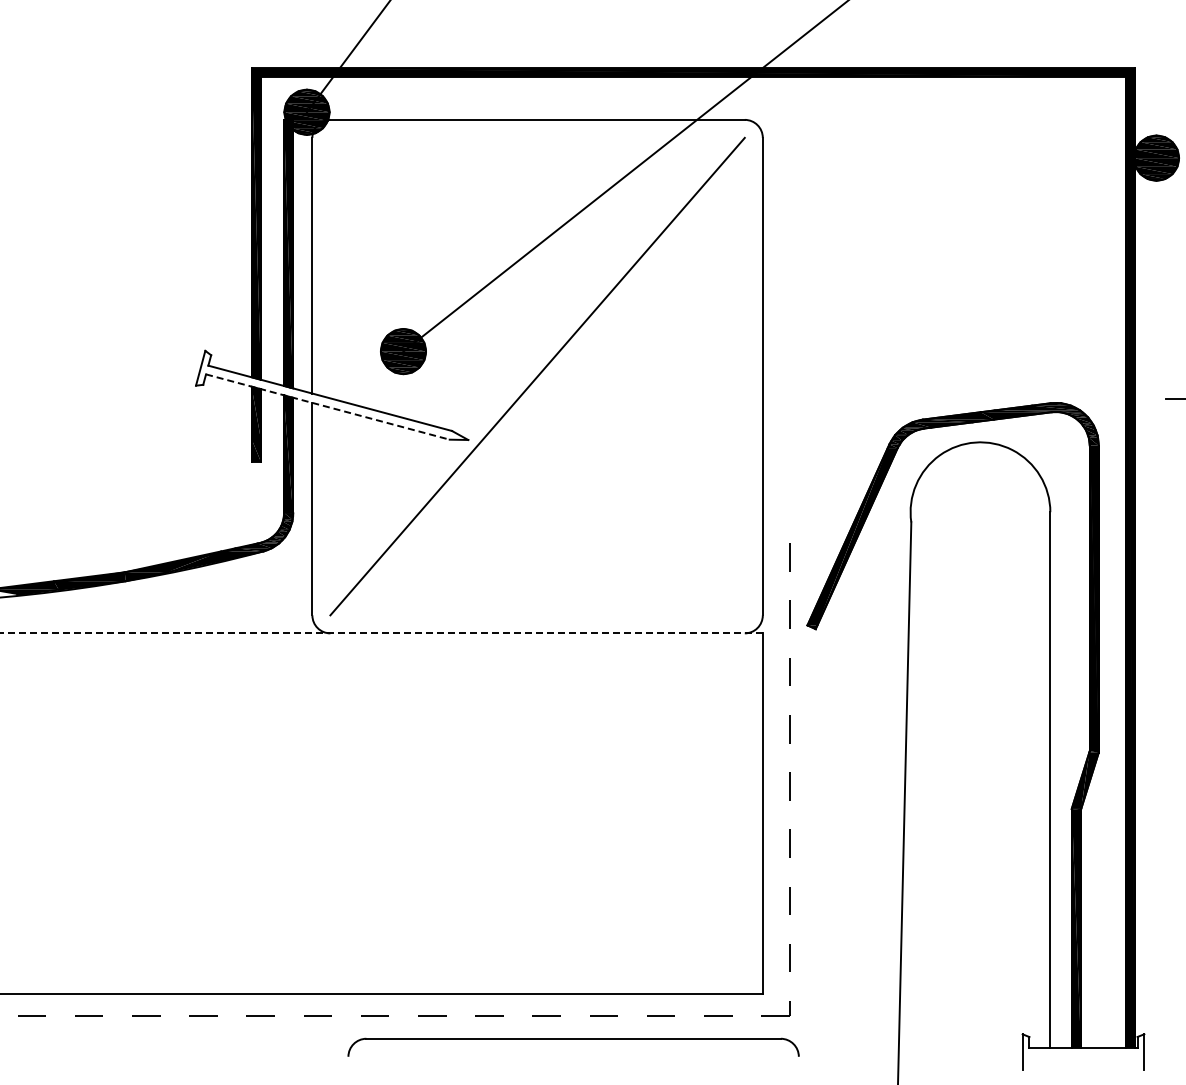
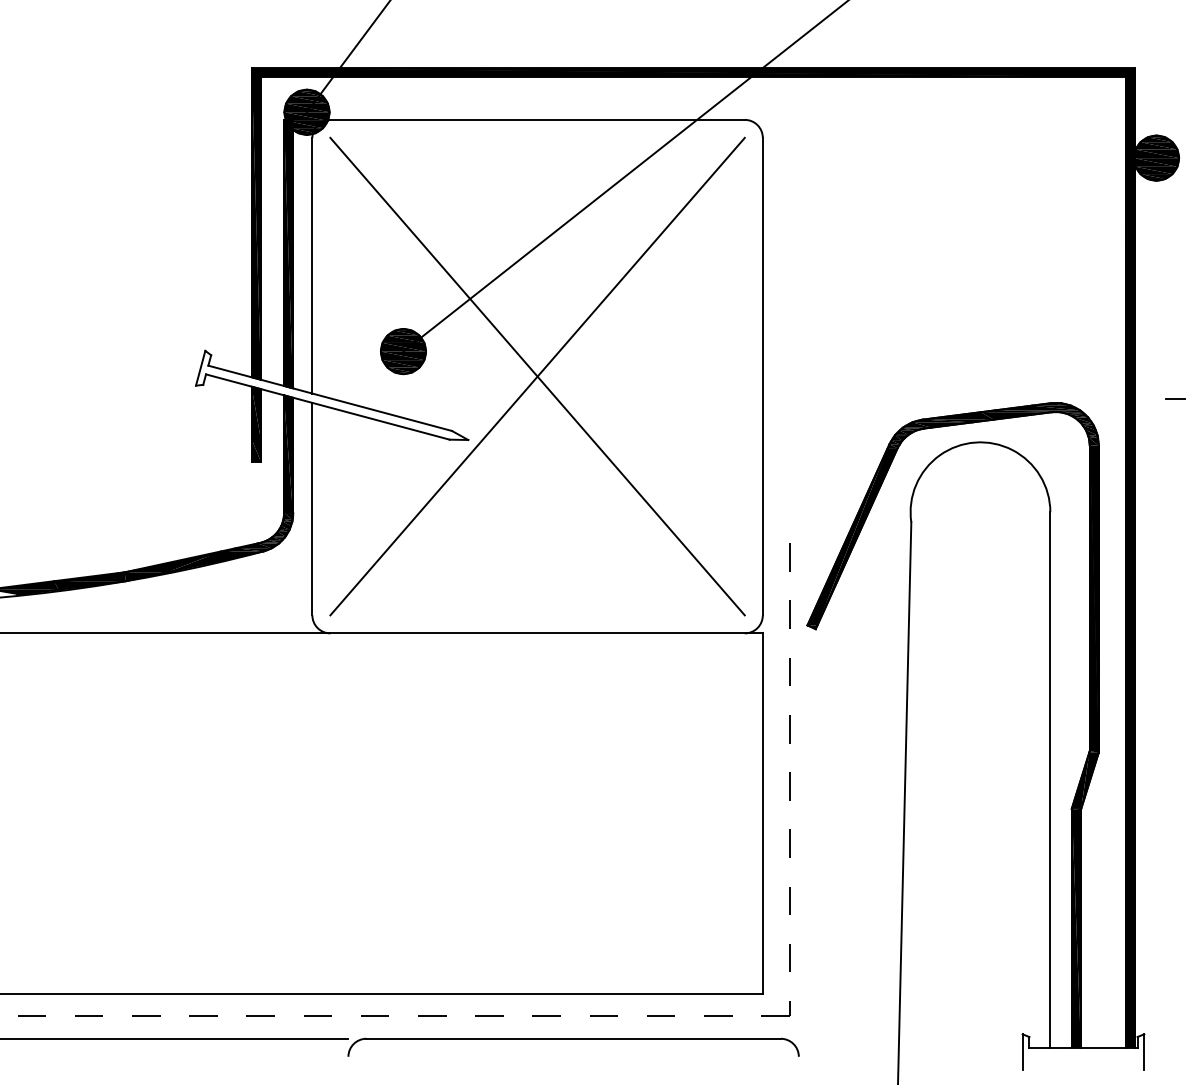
line at (537, 376): none -> present
line at (328, 407): dashed -> solid
line at (381, 633): dashed -> solid
line at (175, 1038): none -> present
